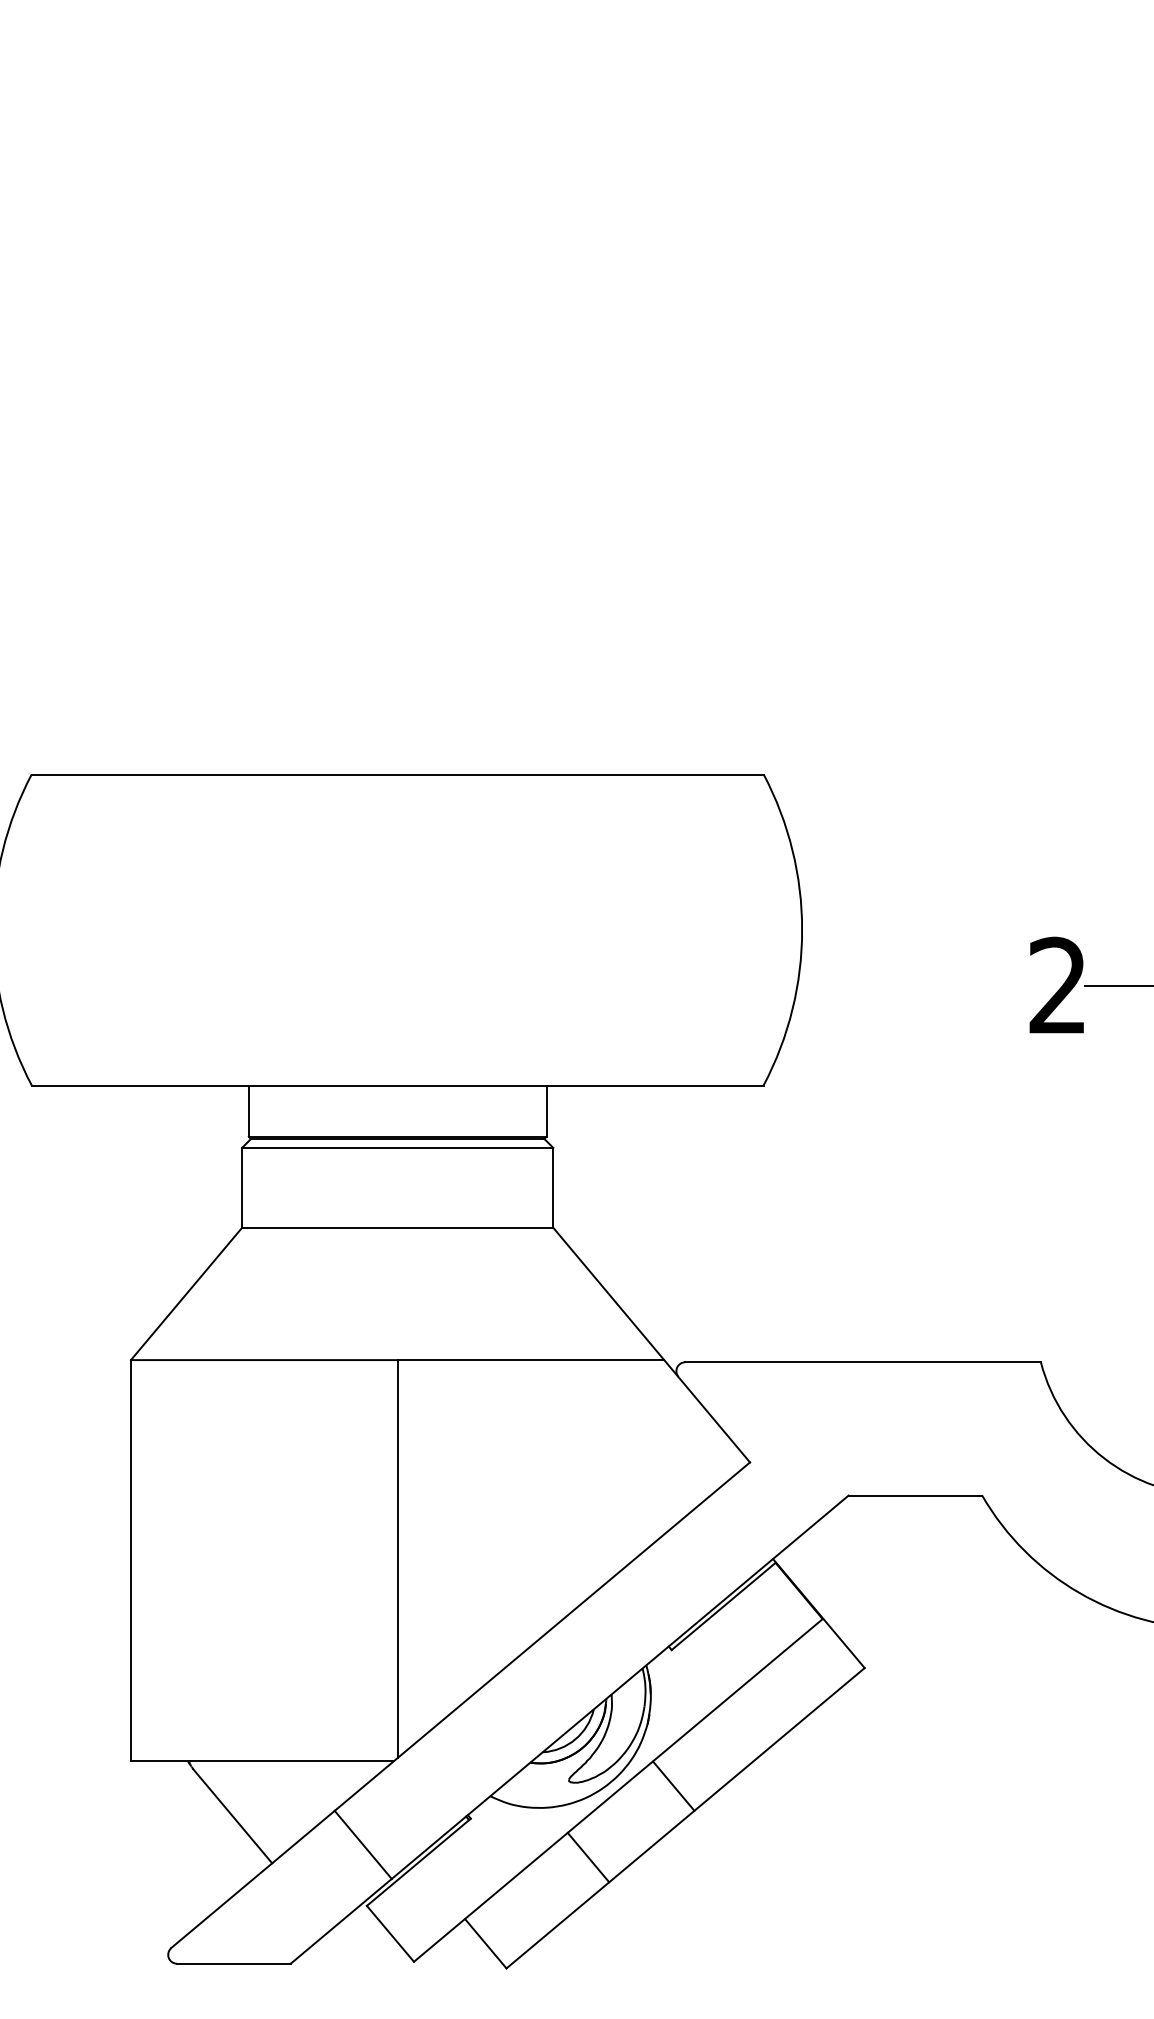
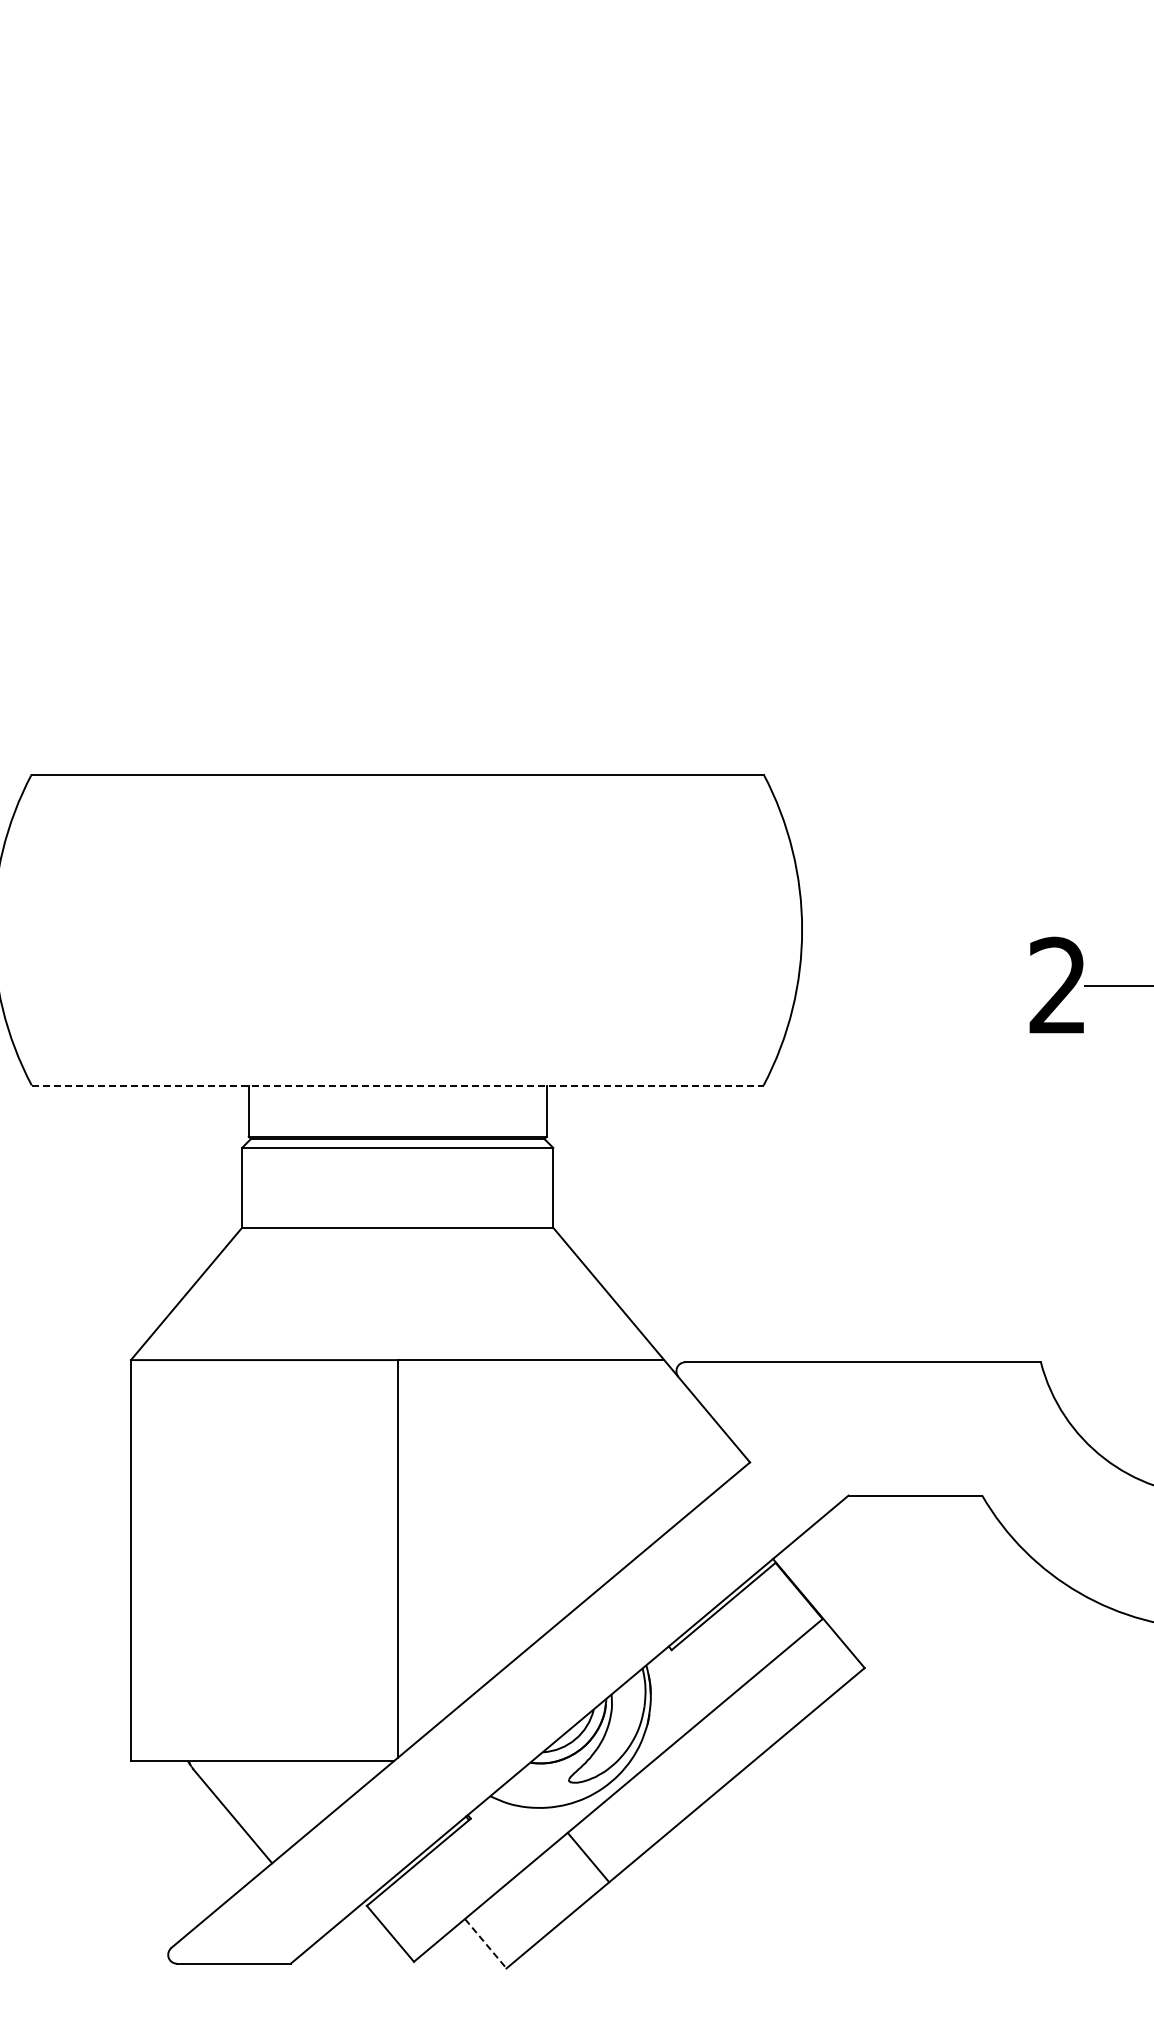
line at (397, 1085): solid -> dashed
line at (673, 1785): present -> none
line at (362, 1844): present -> none
line at (486, 1944): solid -> dashed
